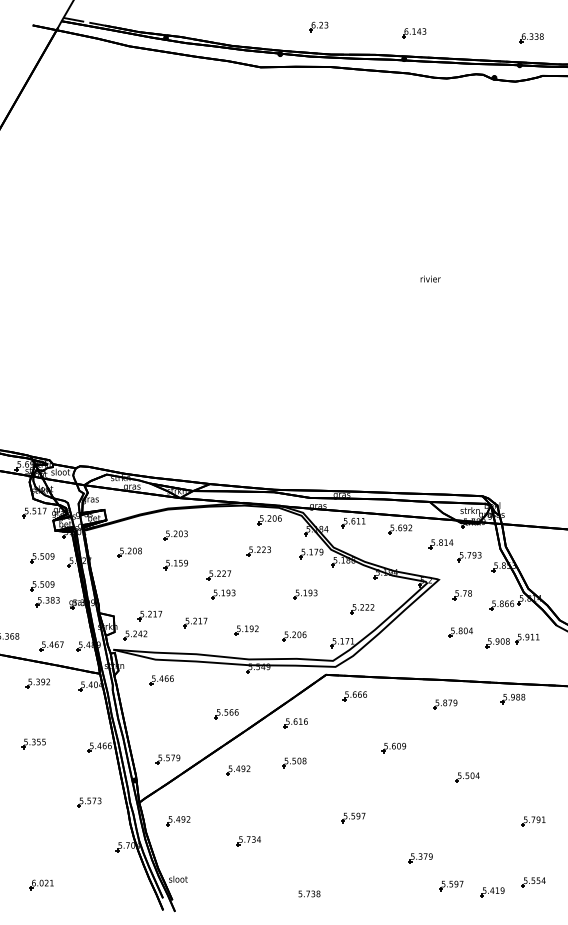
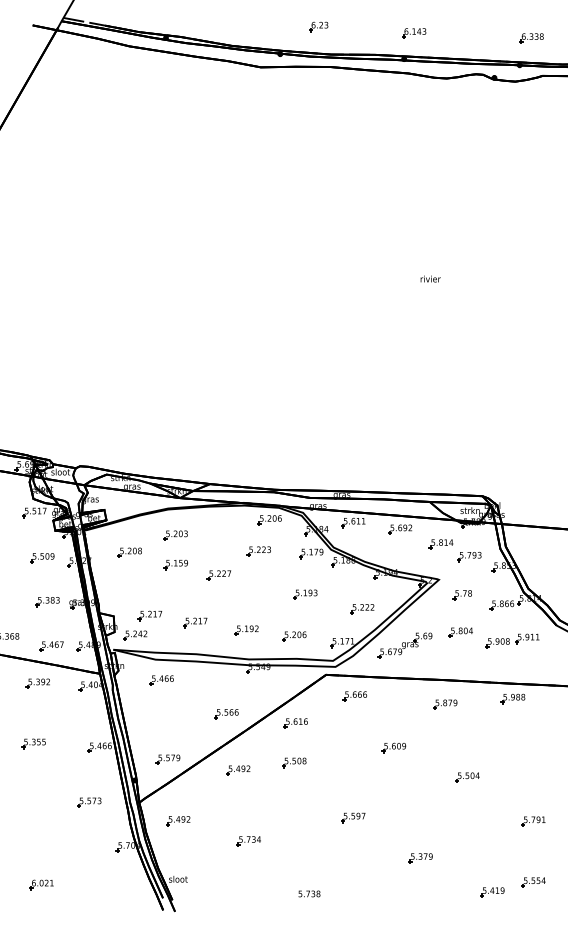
part at (42, 586): present -> none
part at (223, 594): present -> none
part at (404, 645): none -> present
part at (451, 885): present -> none
